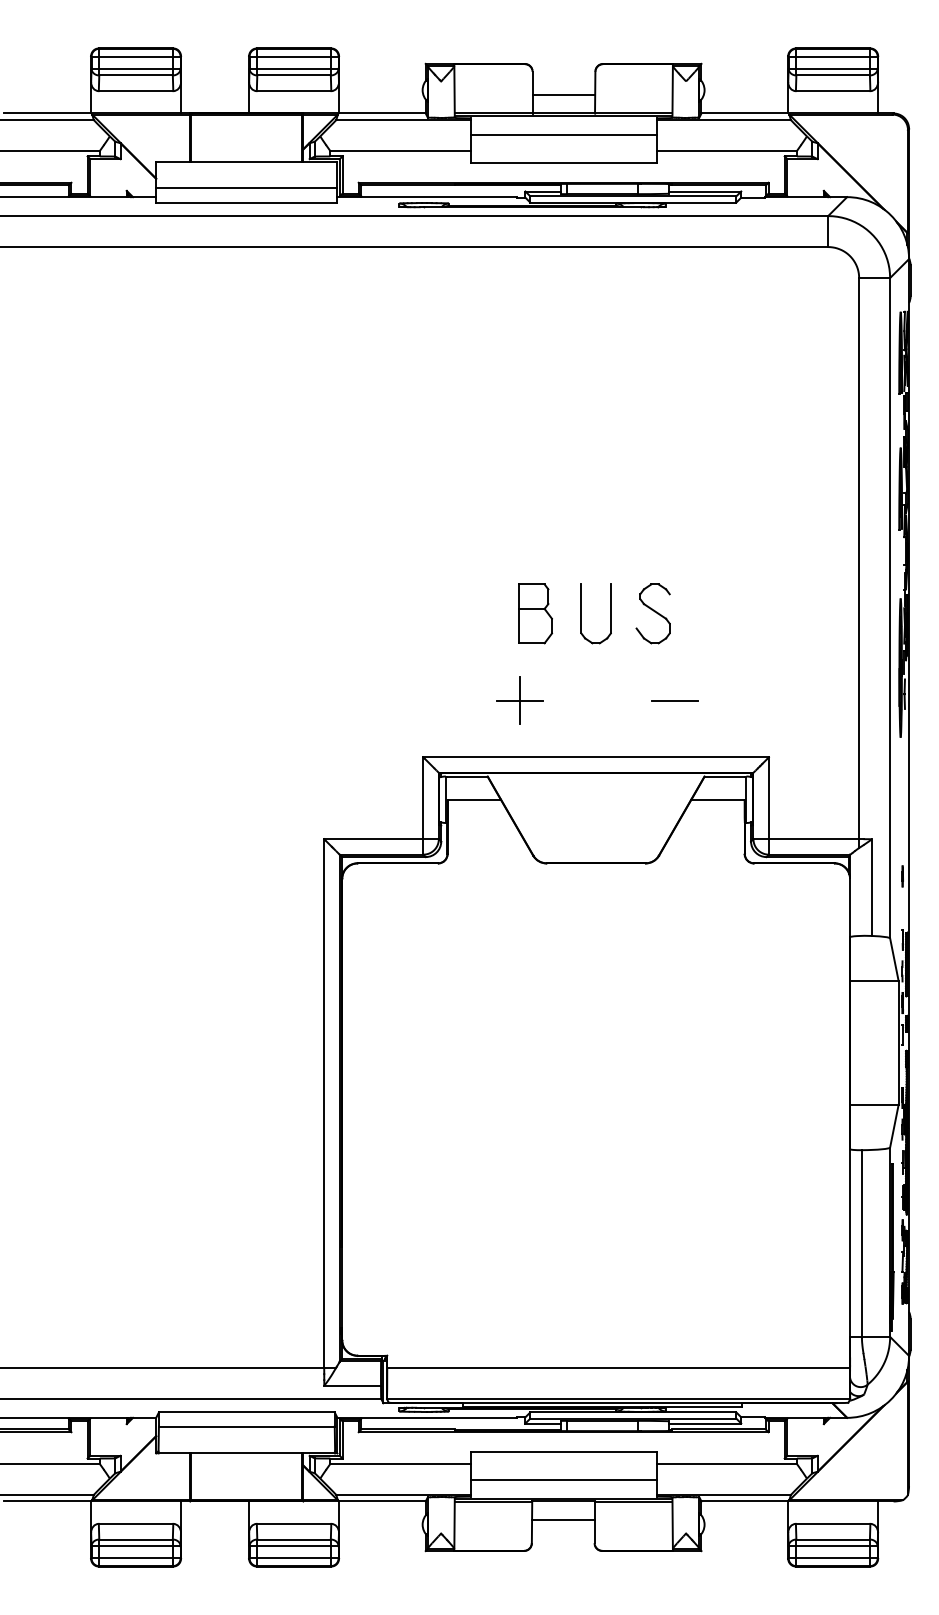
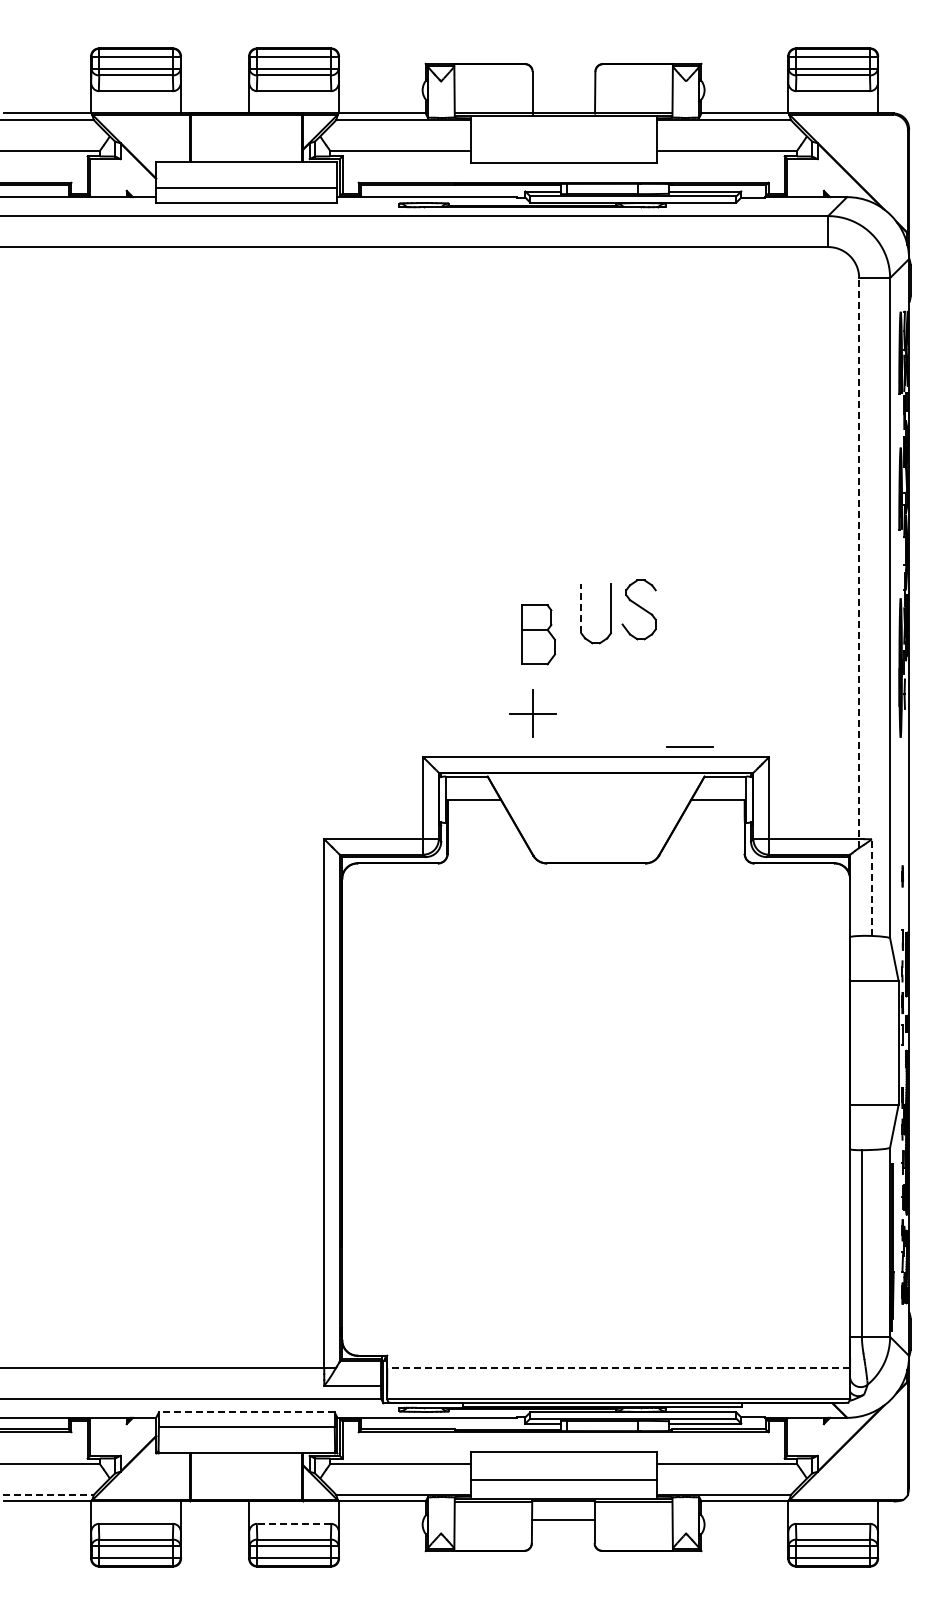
line at (563, 94): present -> none
line at (563, 135): present -> none
line at (859, 563): solid -> dashed
line at (581, 608): solid -> dashed
part at (535, 613) position: (535, 613) -> (538, 634)
part at (652, 613) position: (652, 613) -> (638, 609)
part at (519, 700) position: (519, 700) -> (532, 713)
line at (674, 700) position: (674, 700) -> (689, 746)
line at (871, 887): solid -> dashed
line at (618, 1368): solid -> dashed
line at (246, 1412): solid -> dashed
line at (47, 1495): solid -> dashed
line at (293, 1523): solid -> dashed
